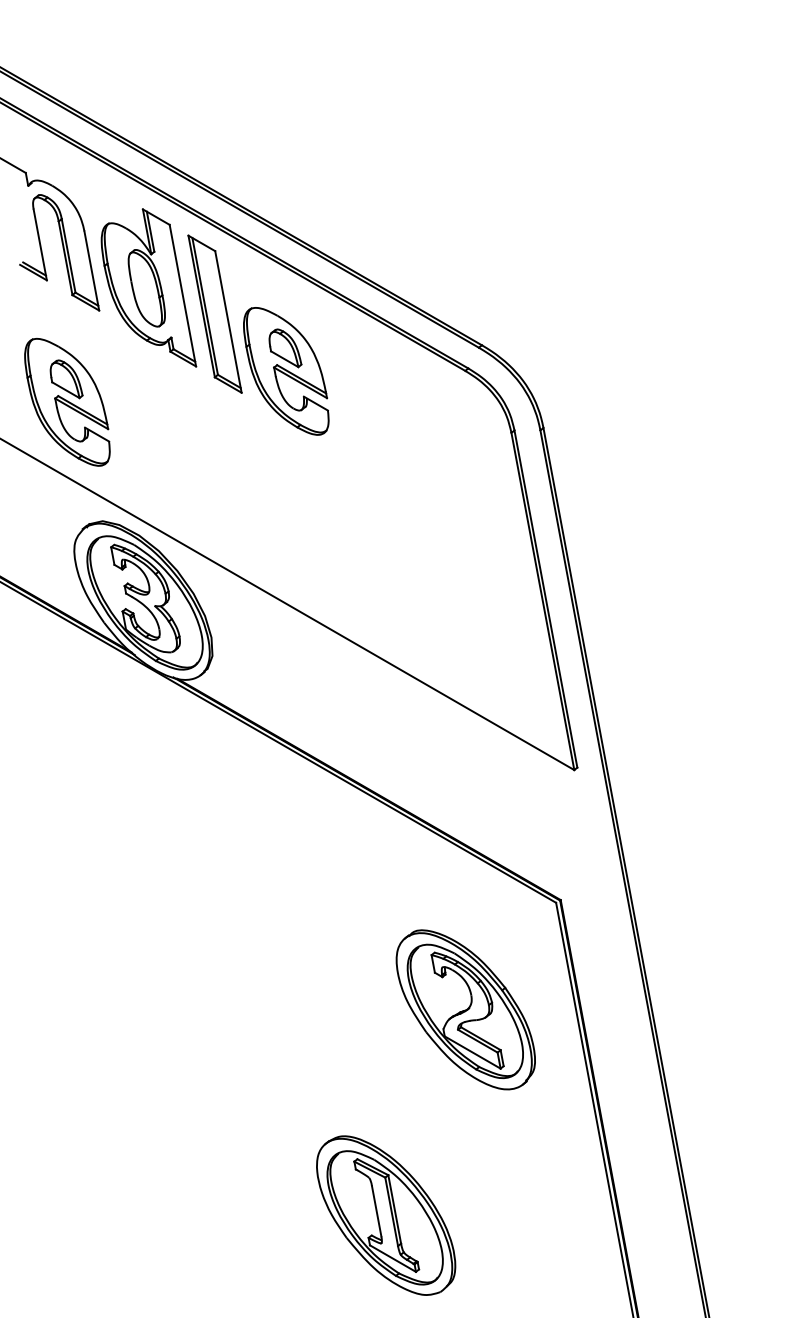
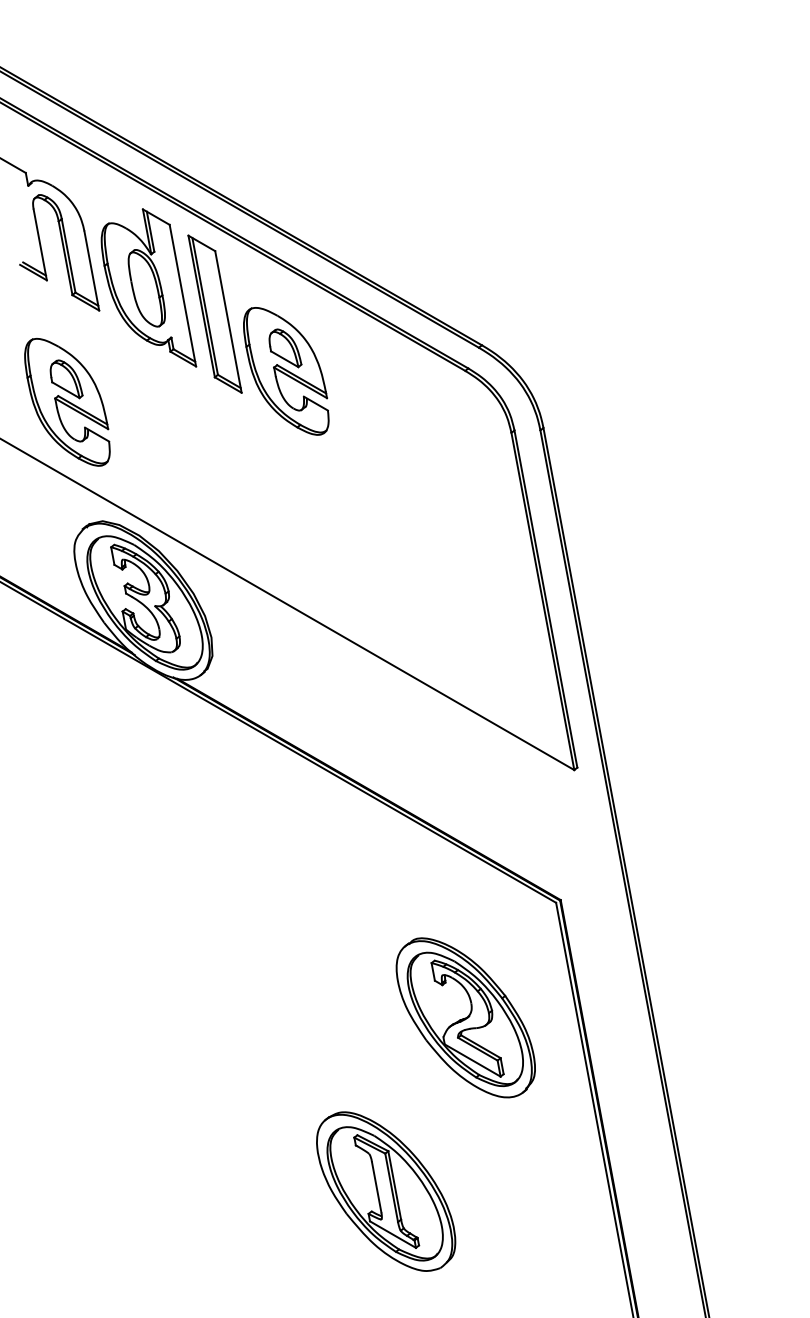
part at (465, 1009) position: (465, 1009) -> (465, 1017)
part at (386, 1215) position: (386, 1215) -> (386, 1191)
